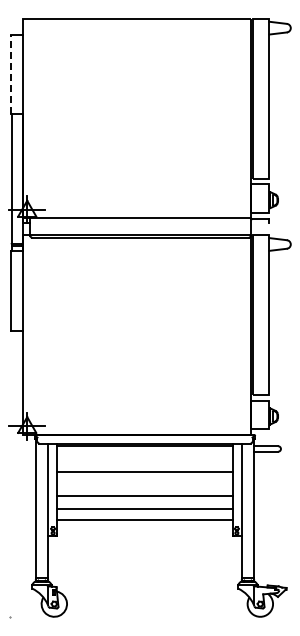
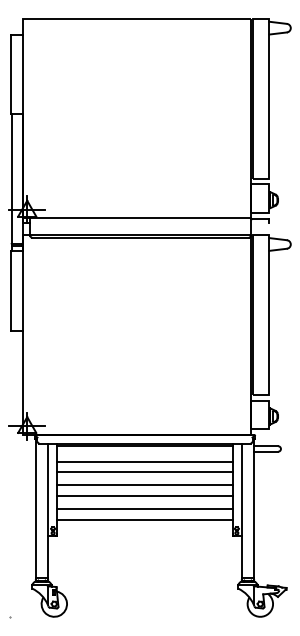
line at (11, 74): dashed -> solid
line at (144, 461): none -> present
line at (144, 485): none -> present
